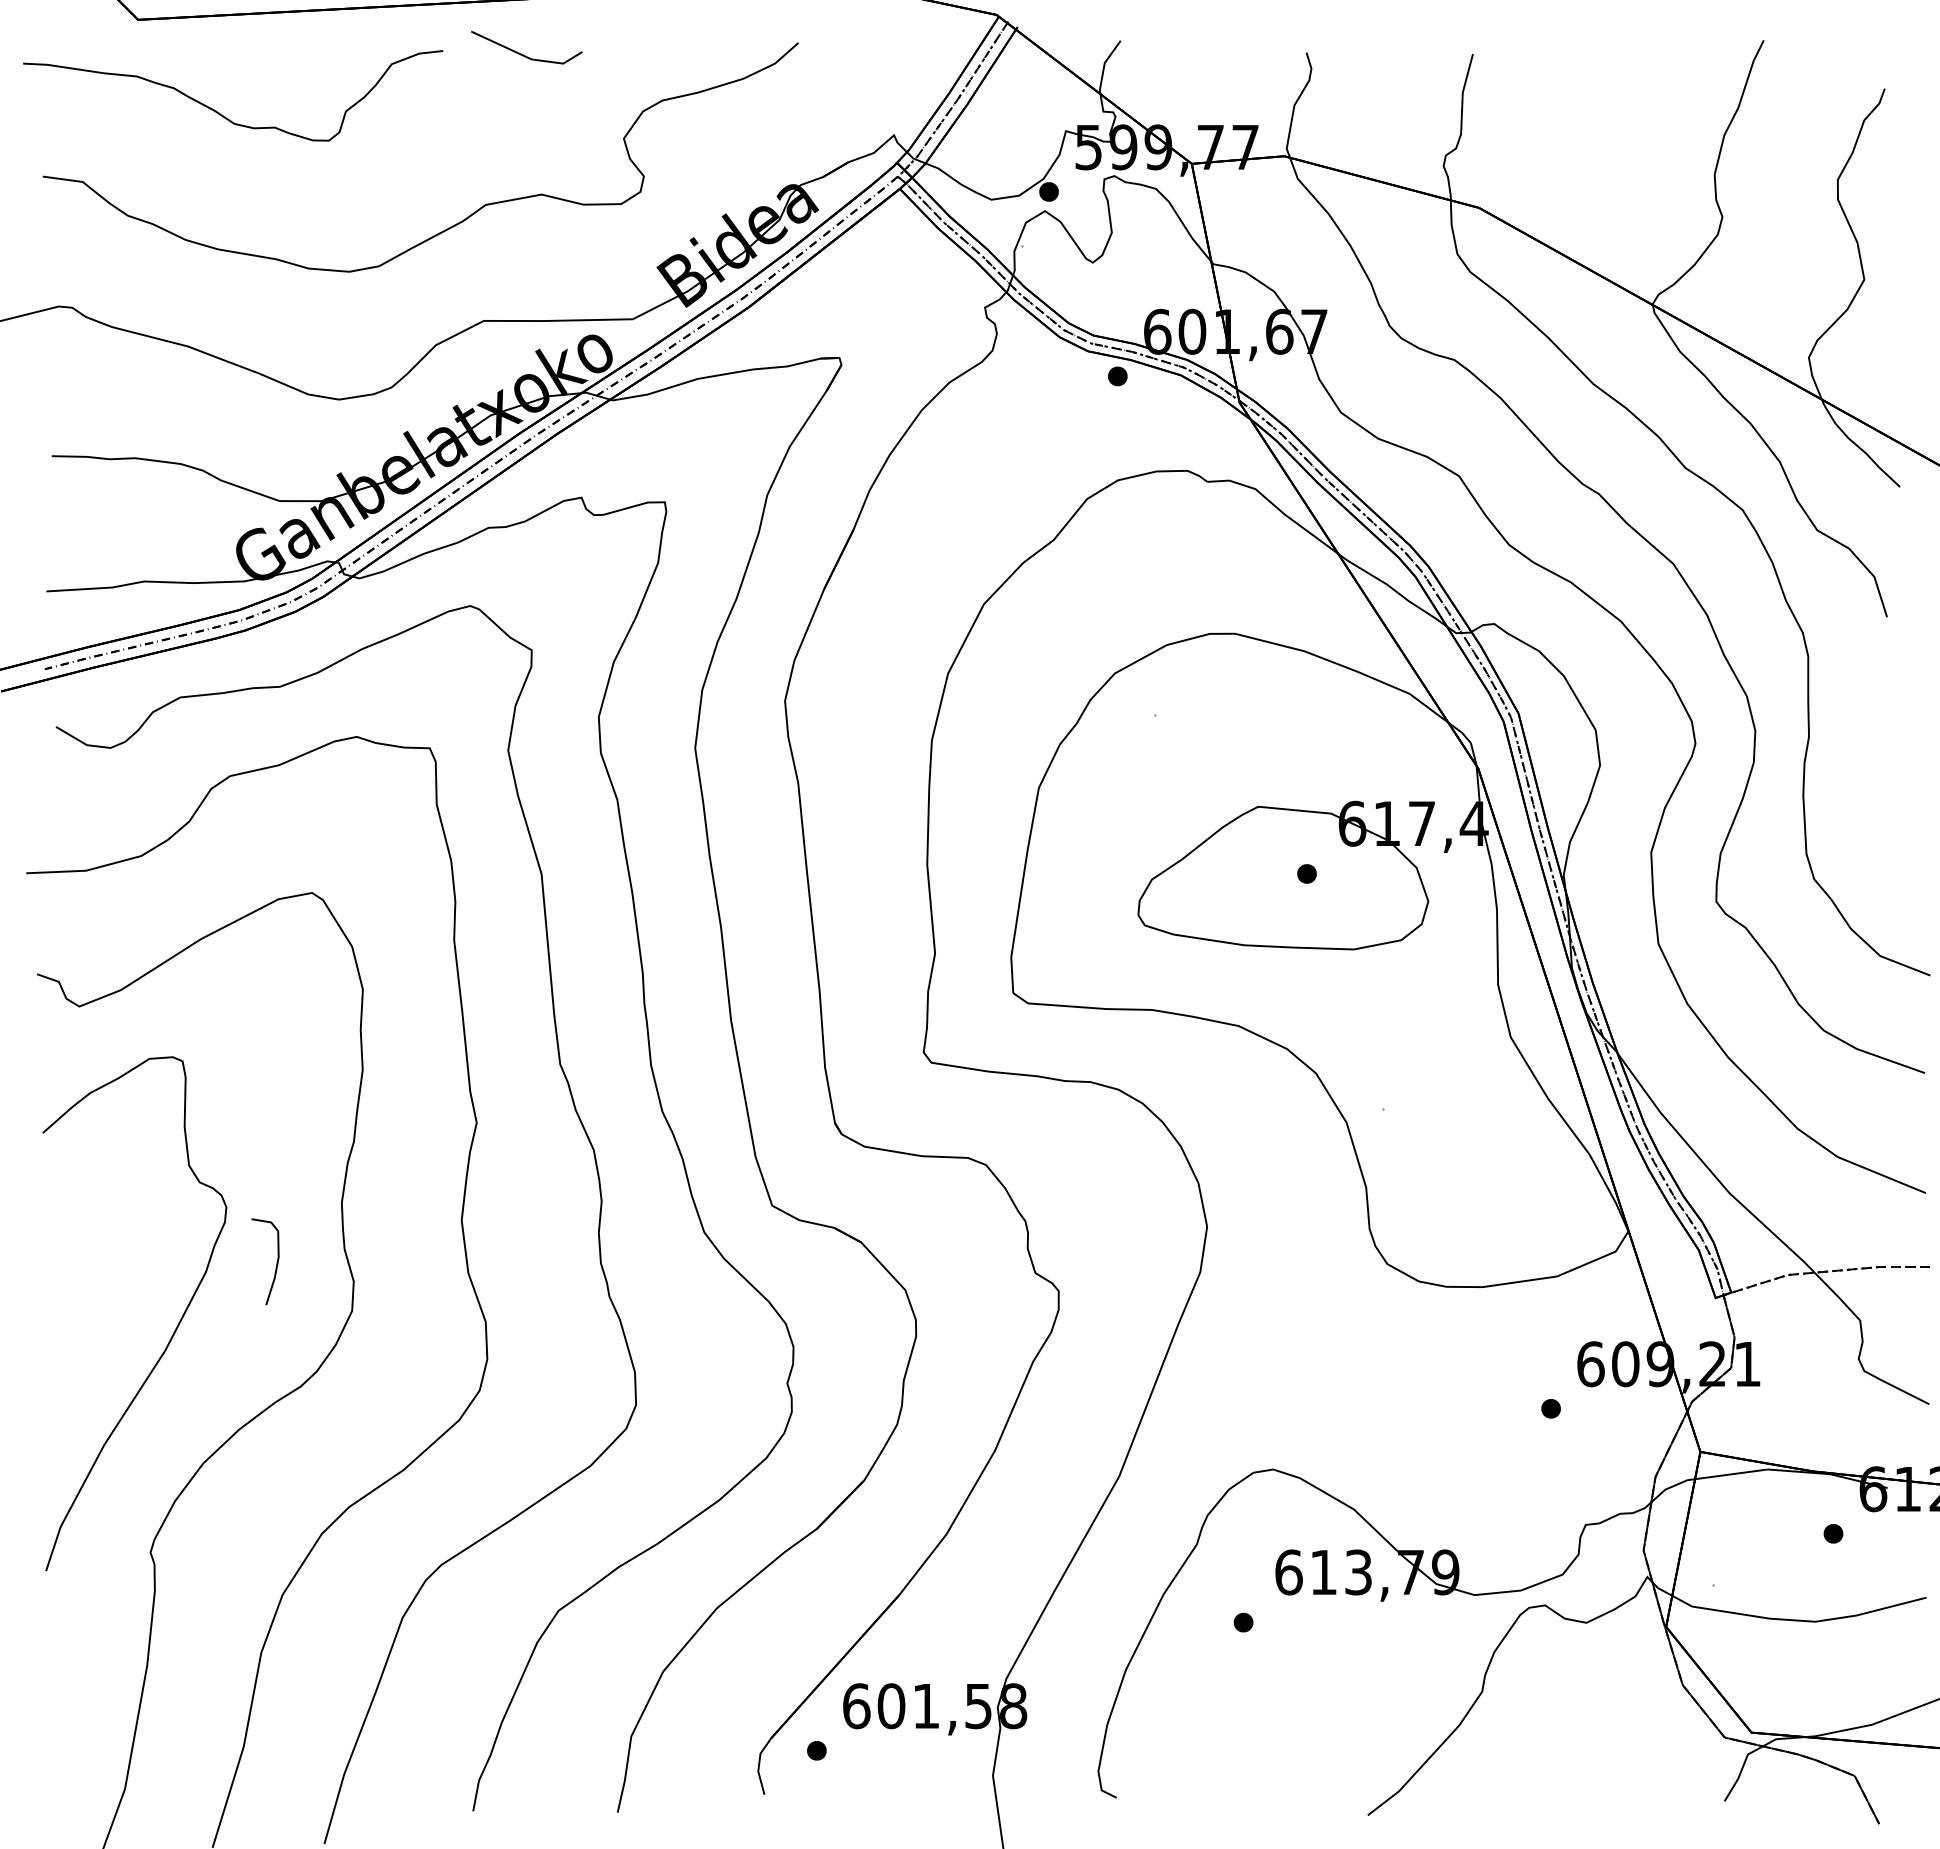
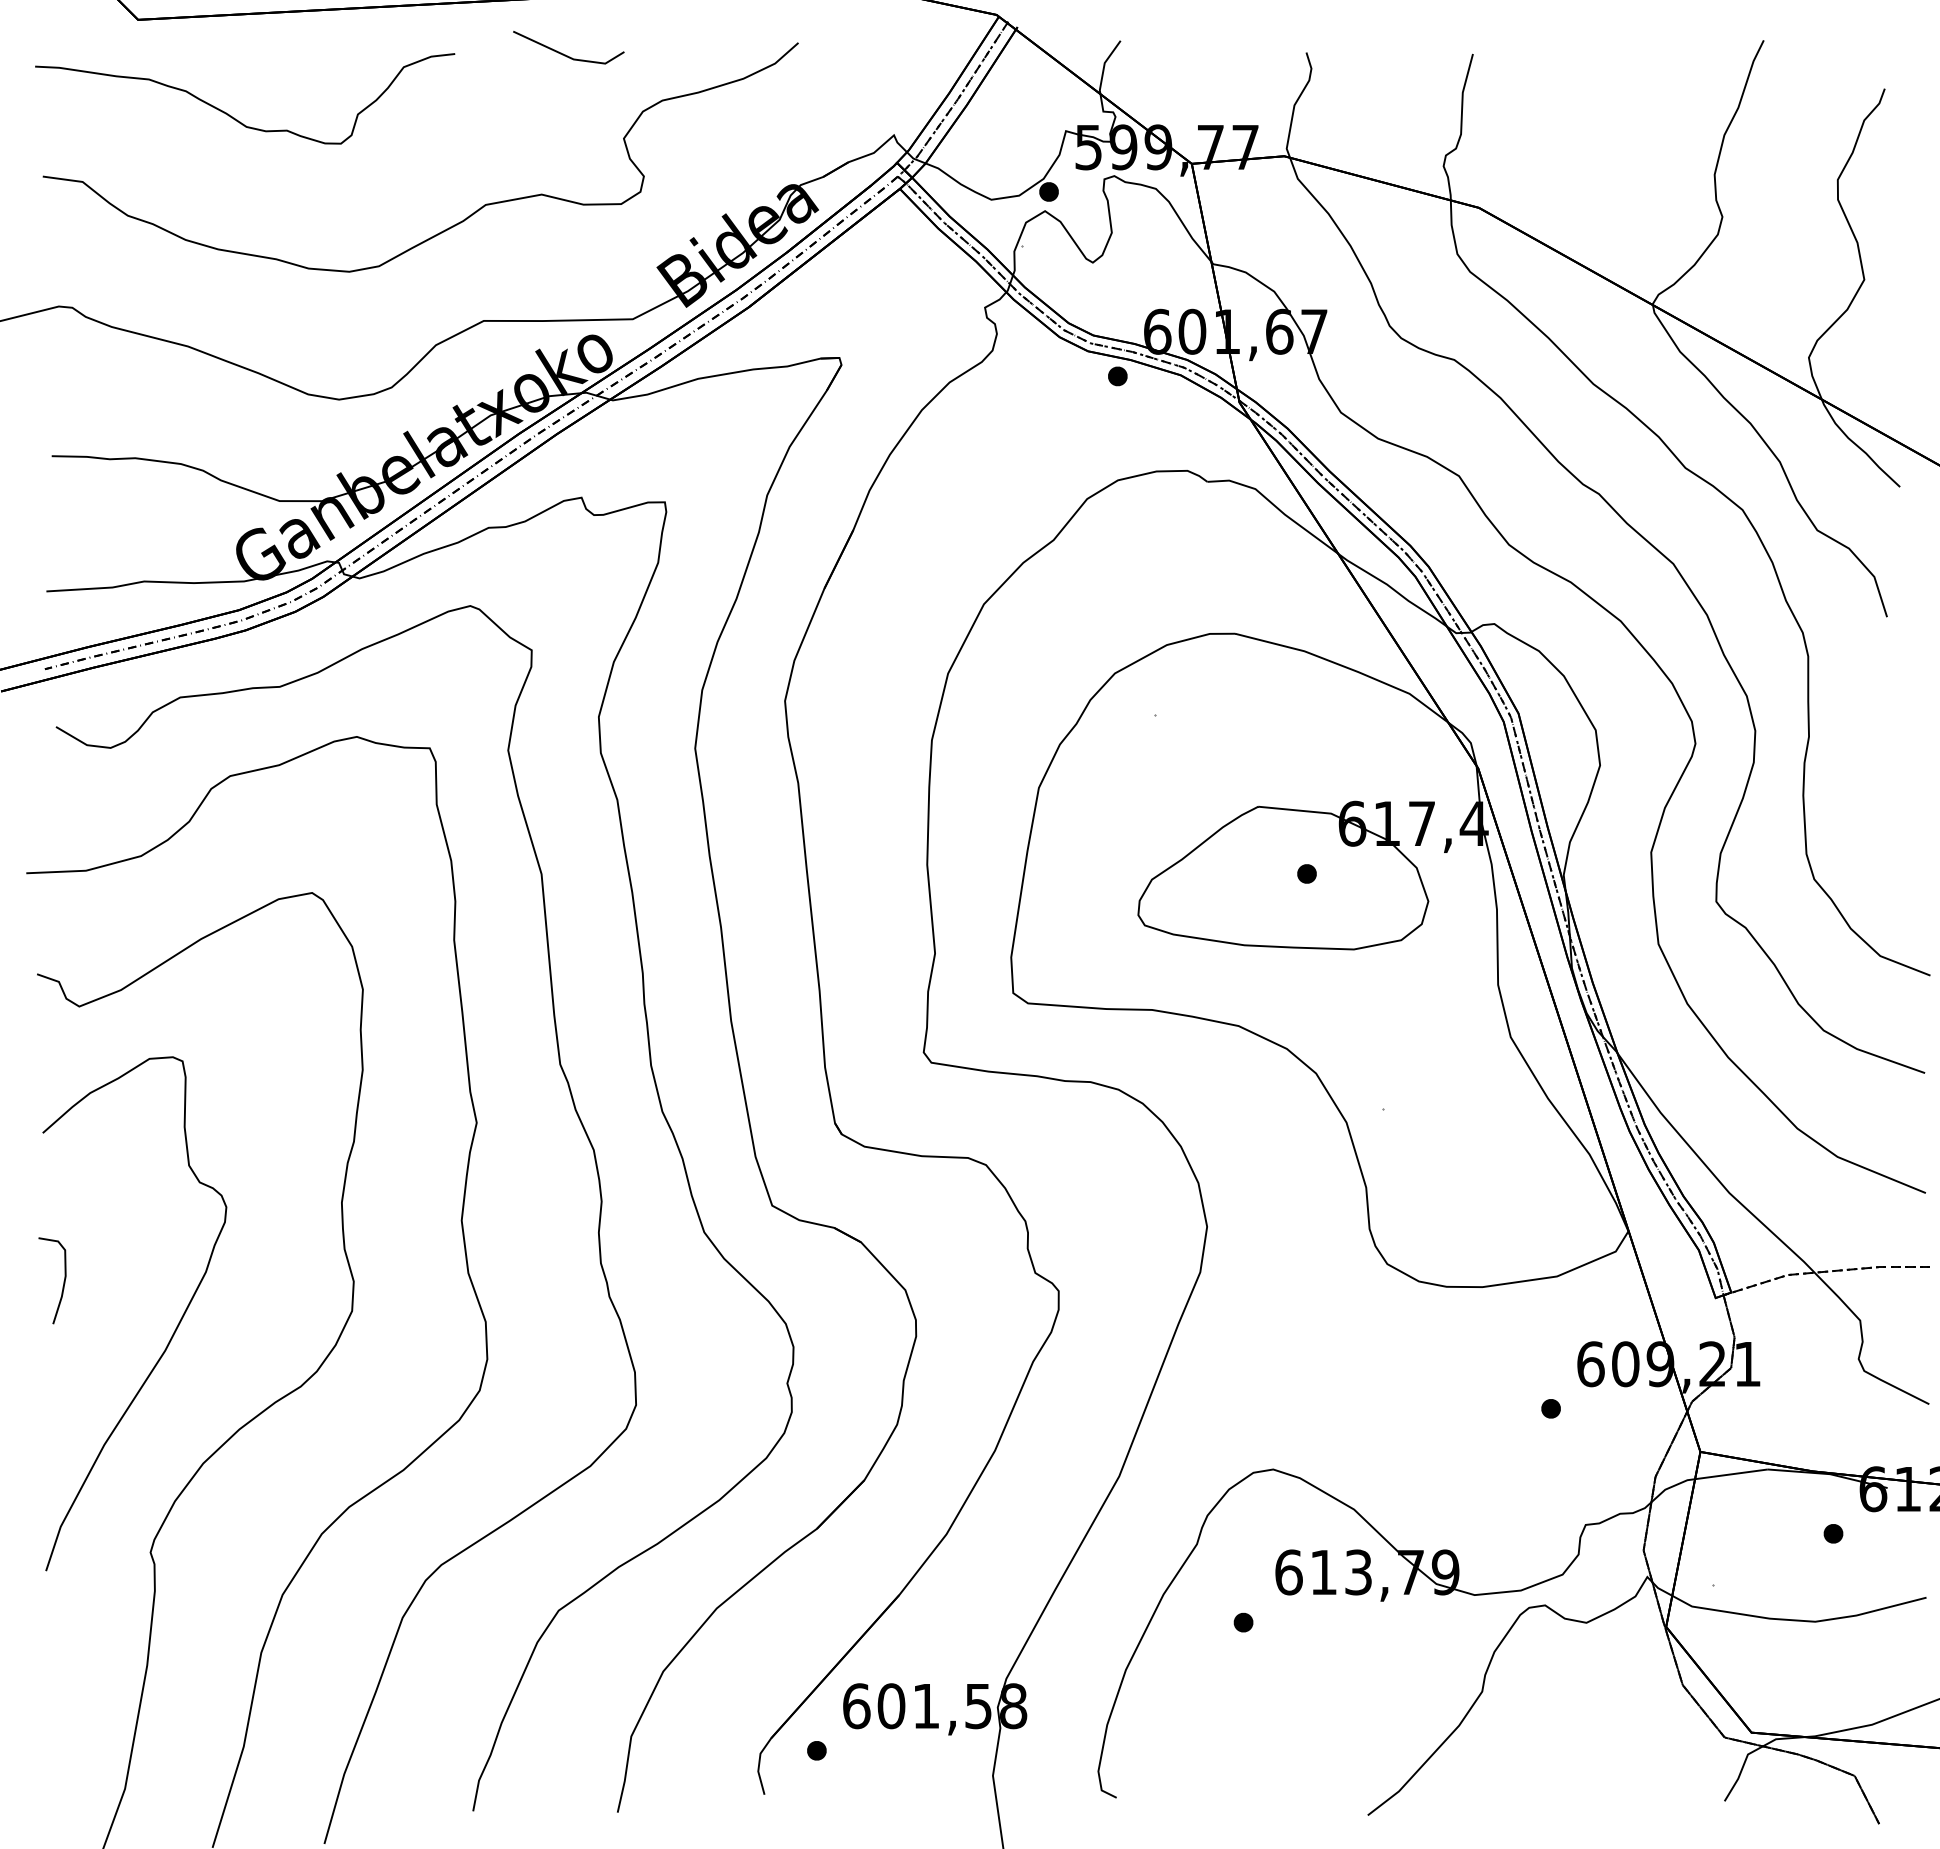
line at (523, 54) position: (523, 54) -> (565, 54)
curve at (222, 114) position: (222, 114) -> (234, 117)
curve at (276, 1262) position: (276, 1262) -> (63, 1281)
